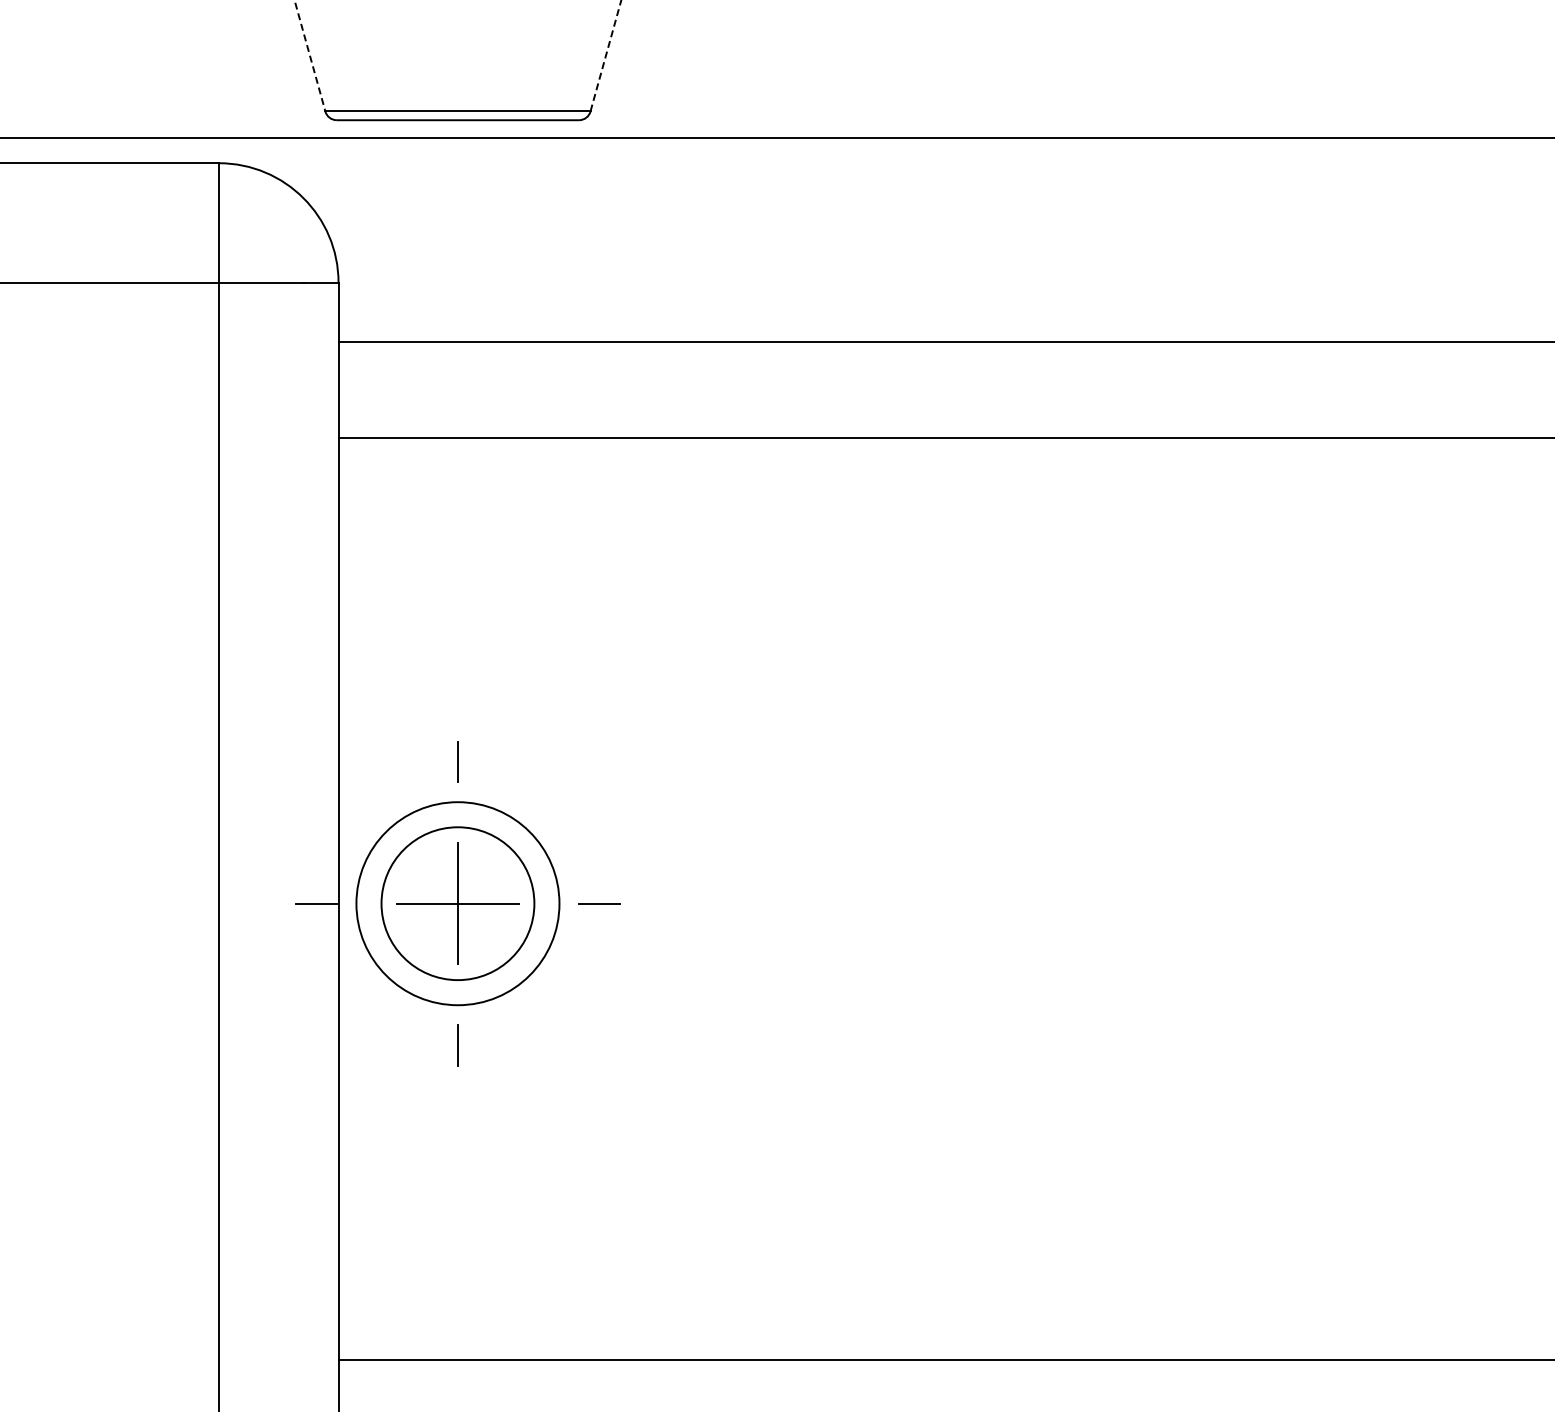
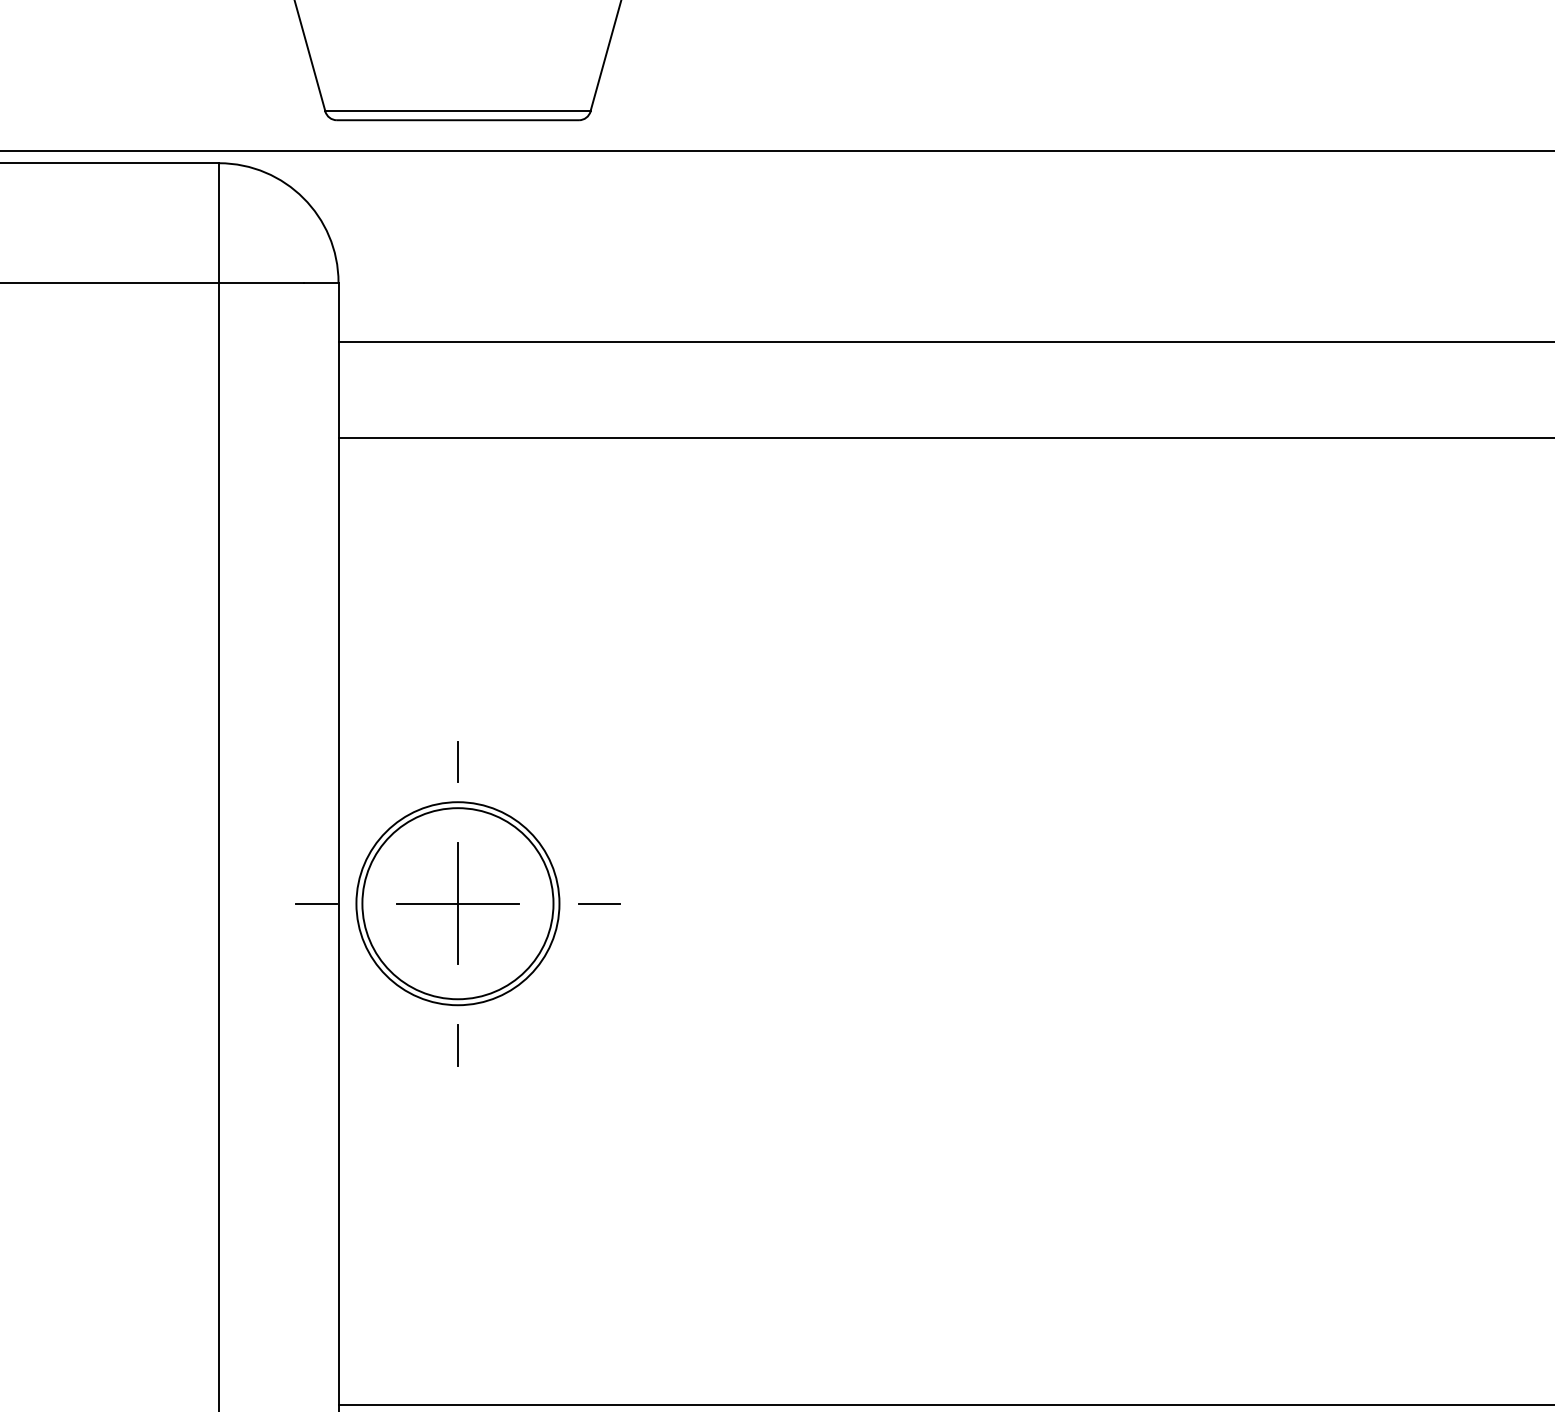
line at (605, 55): dashed -> solid
line at (310, 56): dashed -> solid
line at (776, 138) position: (776, 138) -> (776, 151)
circle at (457, 903) diameter: 153 px -> 191 px
line at (944, 1360) position: (944, 1360) -> (944, 1405)
